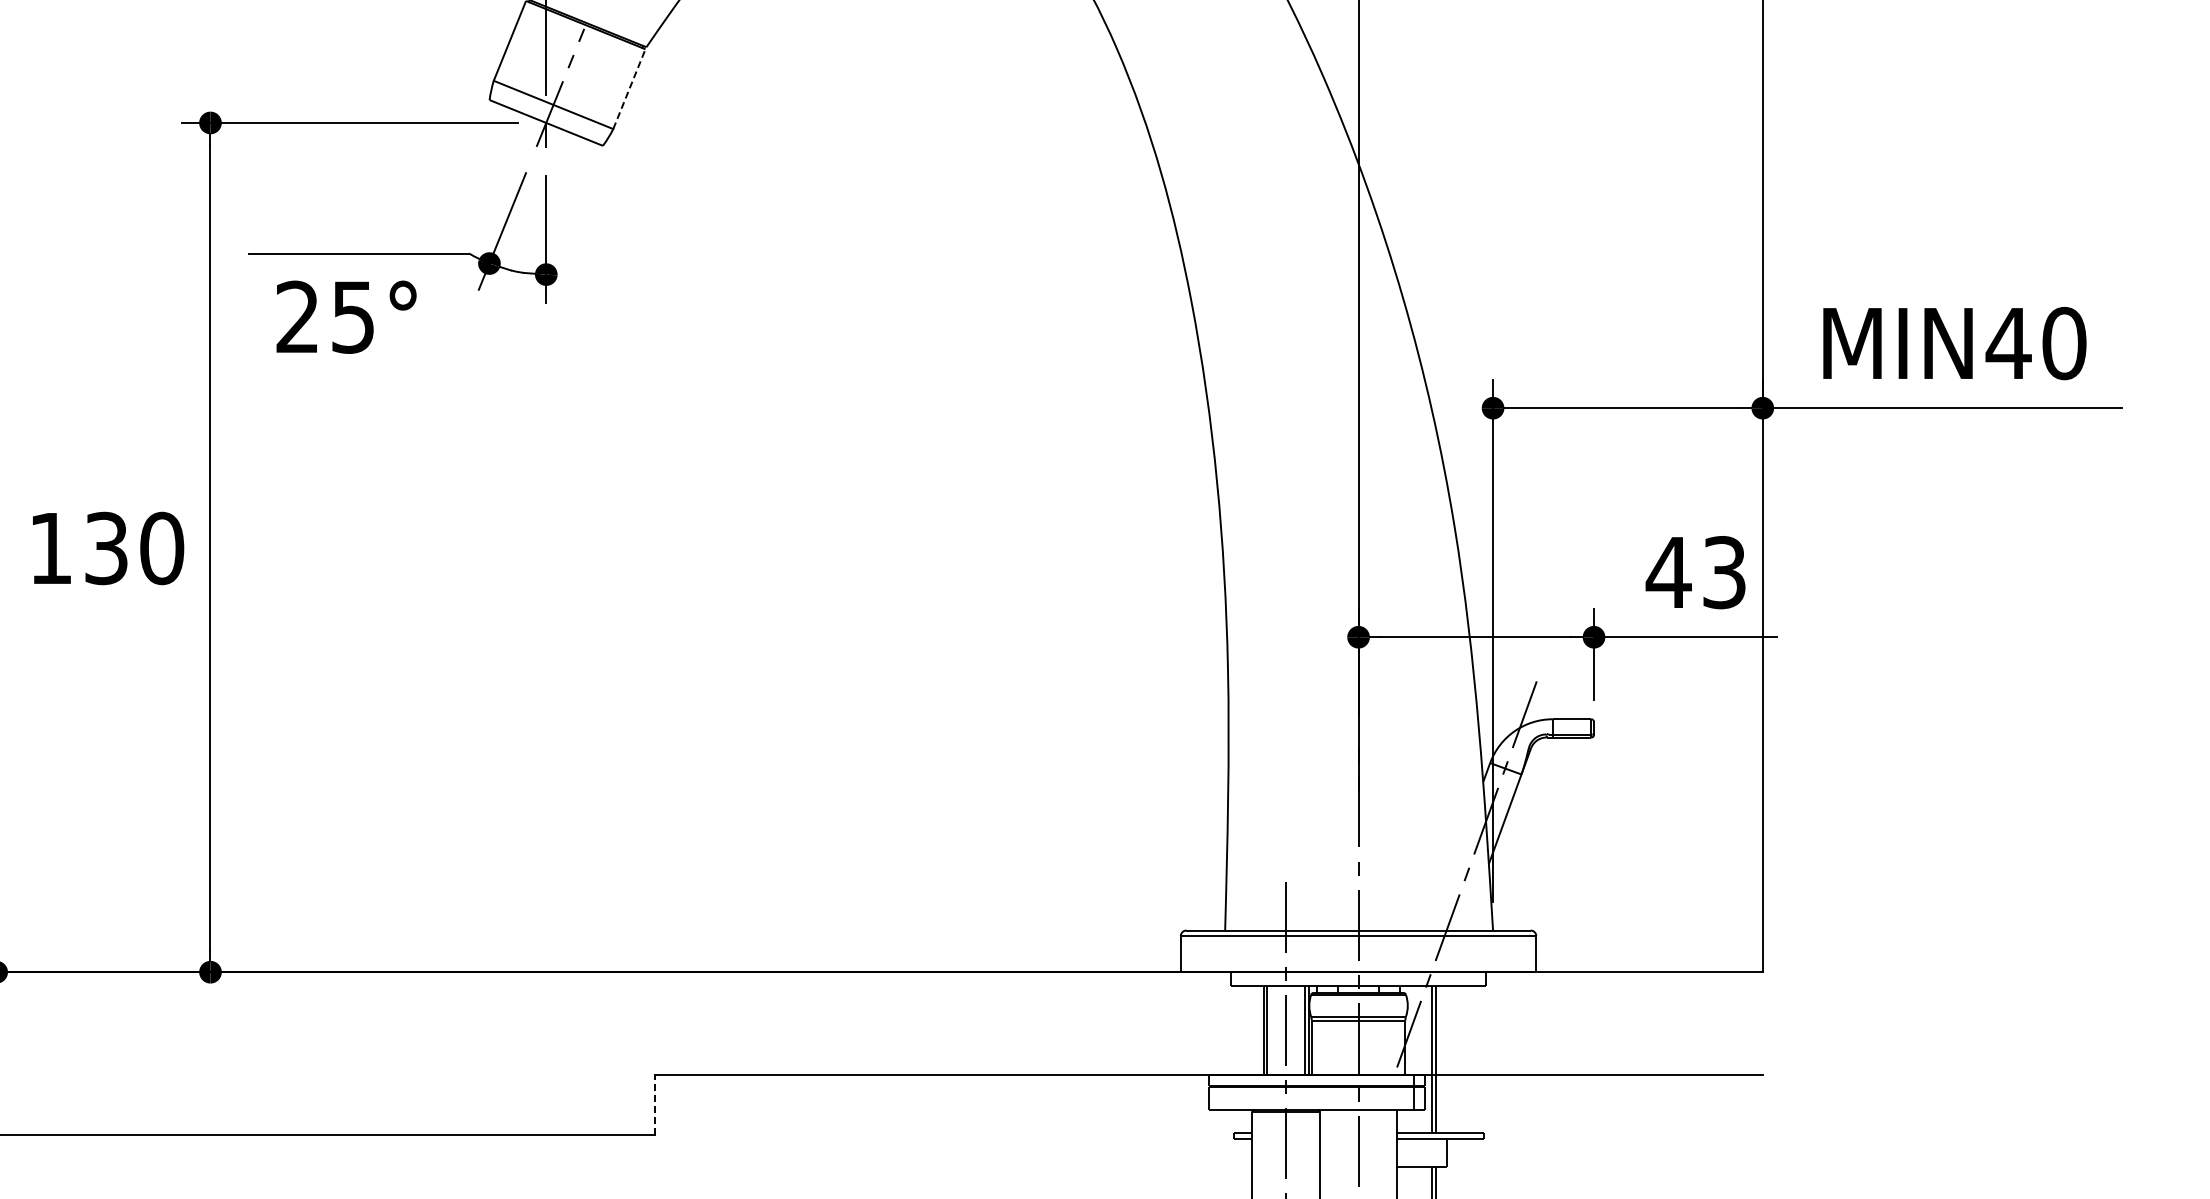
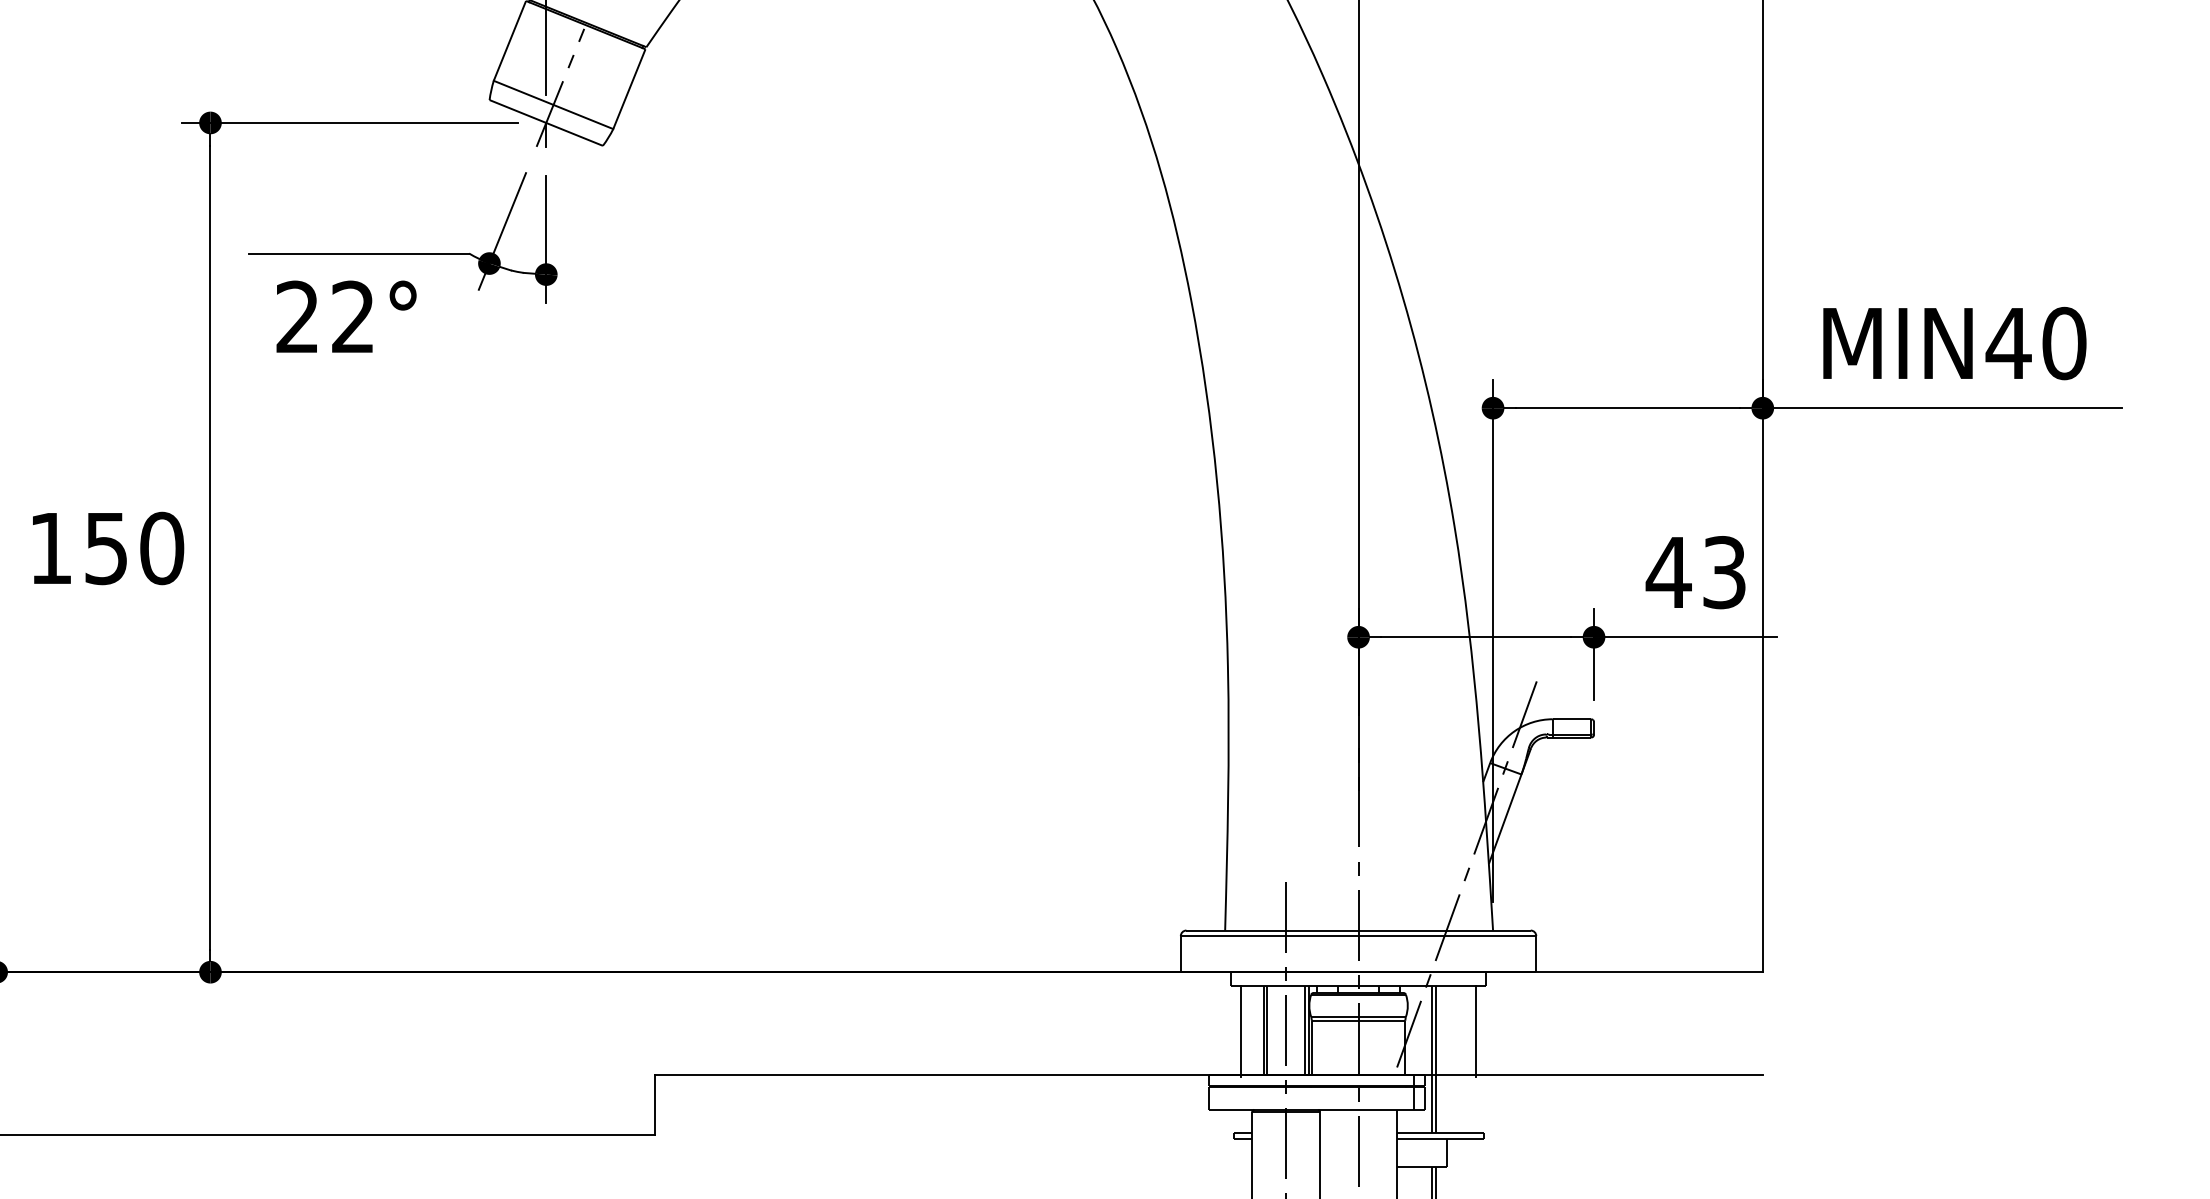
line at (629, 88): dashed -> solid
text at (352, 316): 25° -> 22°
text at (106, 547): 130 -> 150
line at (1241, 1031): none -> present
line at (1475, 1031): none -> present
line at (655, 1104): dashed -> solid
